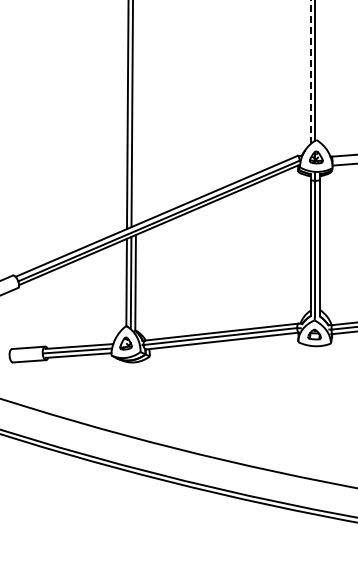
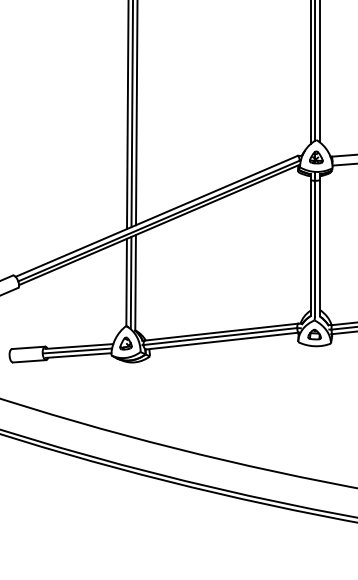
line at (310, 72): dashed -> solid
line at (319, 72): none -> present
line at (136, 113): none -> present
